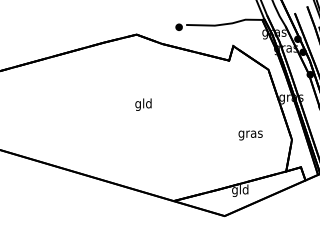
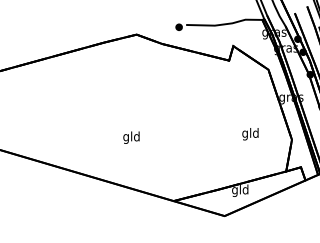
text at (143, 104) position: (143, 104) -> (131, 137)
text at (250, 134): gras -> gld
